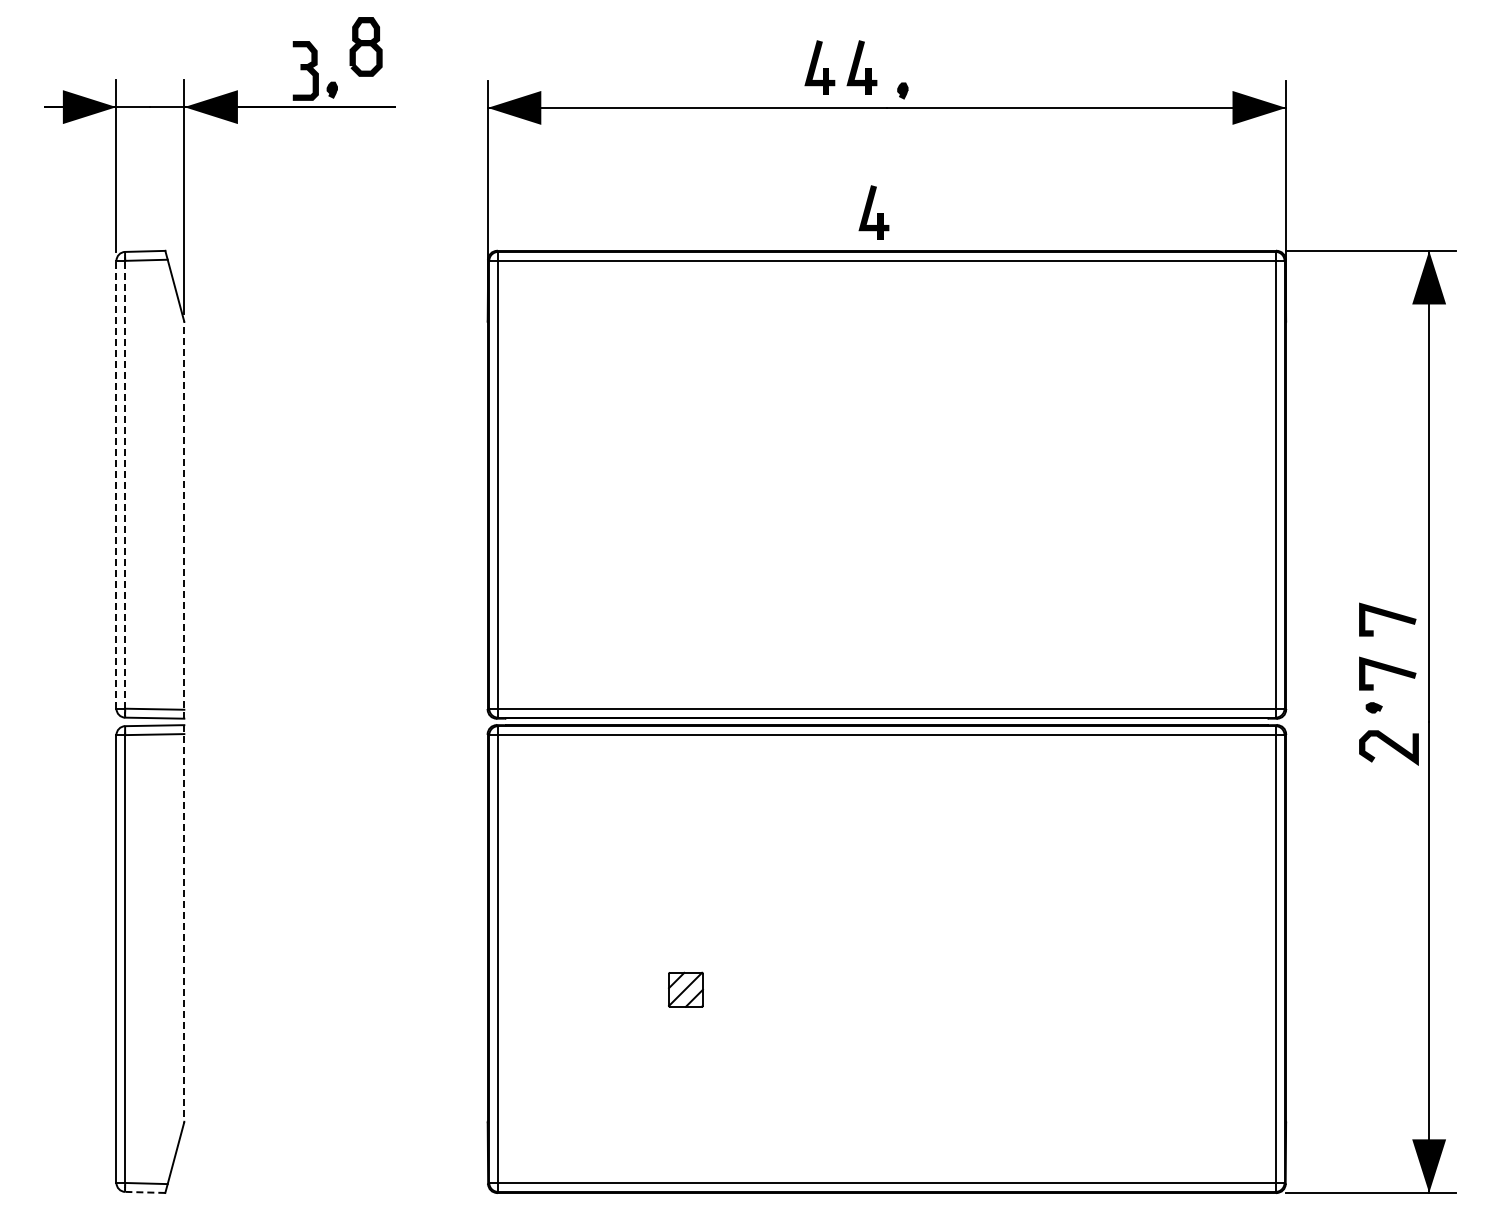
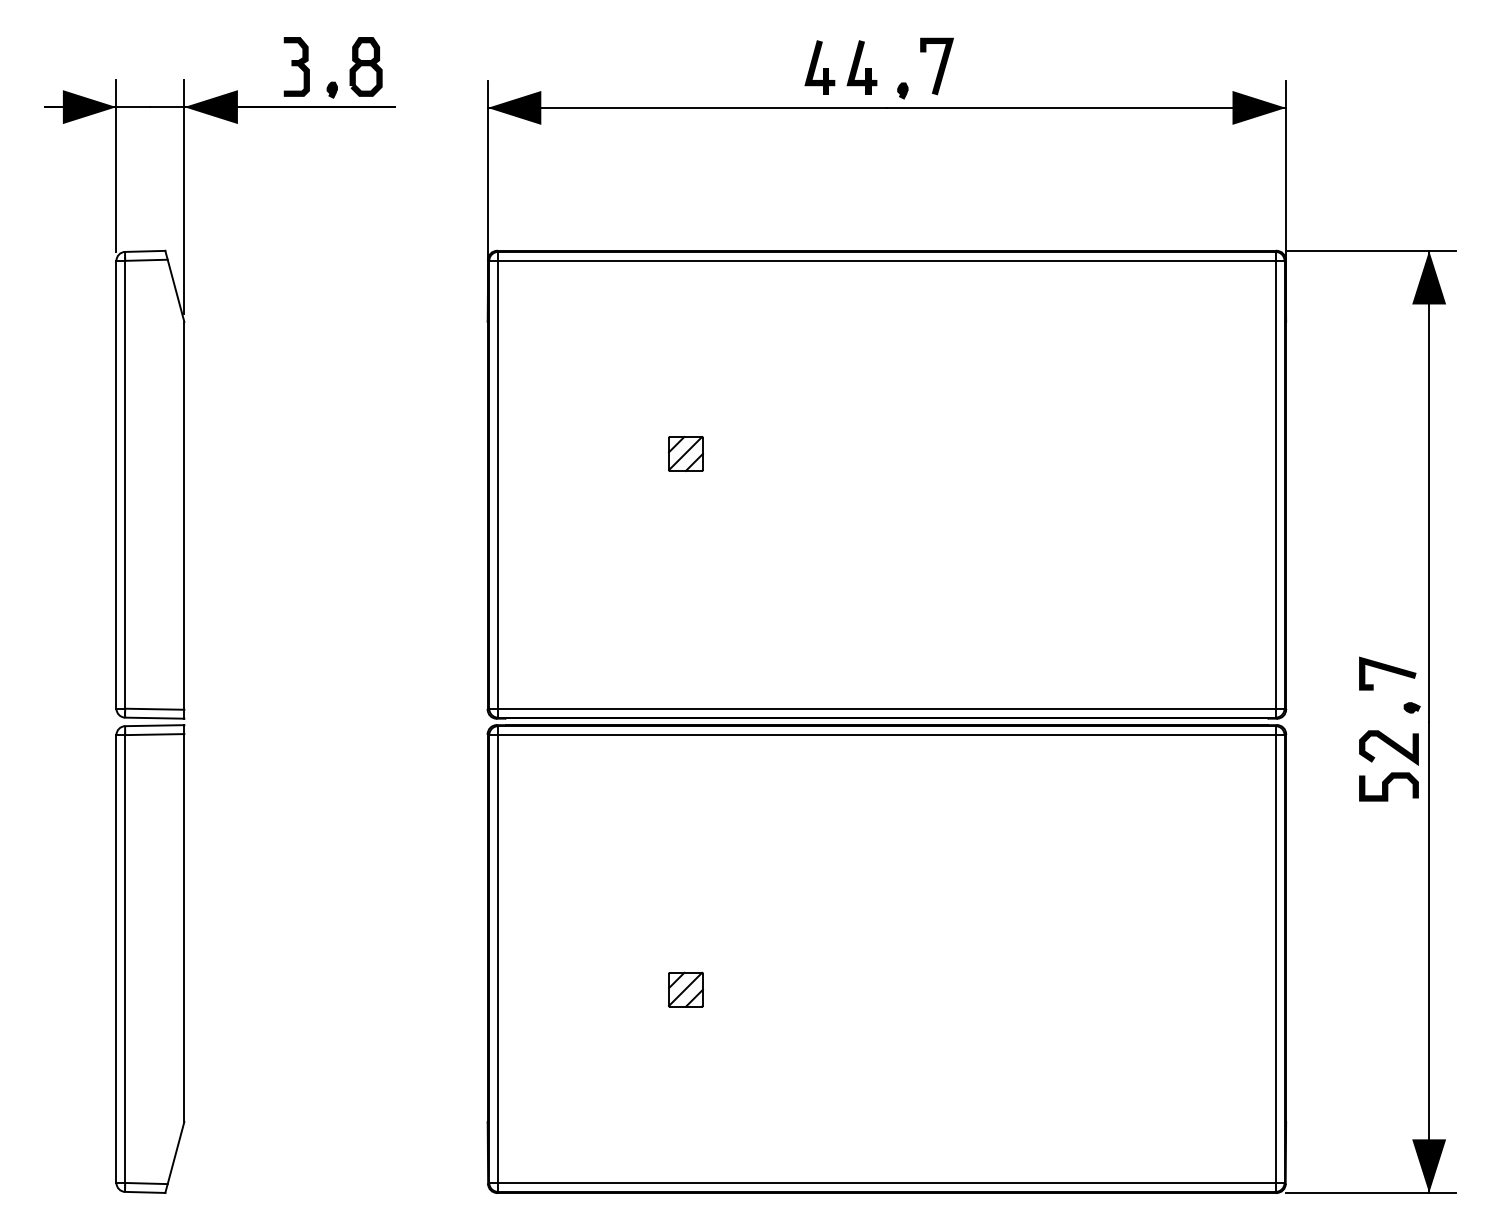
part at (365, 46) position: (365, 46) -> (365, 66)
line at (939, 66): none -> present
part at (305, 70) position: (305, 70) -> (296, 66)
part at (873, 212): present -> none
part at (685, 453): none -> present
line at (116, 484): dashed -> solid
line at (125, 484): dashed -> solid
line at (184, 520): dashed -> solid
line at (1387, 617): present -> none
part at (1373, 707) position: (1373, 707) -> (1411, 707)
curve at (1388, 786): none -> present
line at (184, 922): dashed -> solid
line at (144, 1192): dashed -> solid
